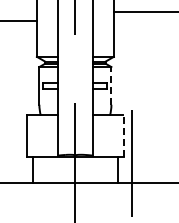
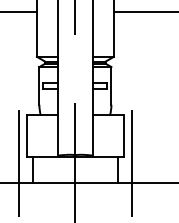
line at (19, 21) position: (19, 21) -> (19, 12)
line at (111, 85): dashed -> solid
line at (123, 136): dashed -> solid
line at (18, 162): none -> present
